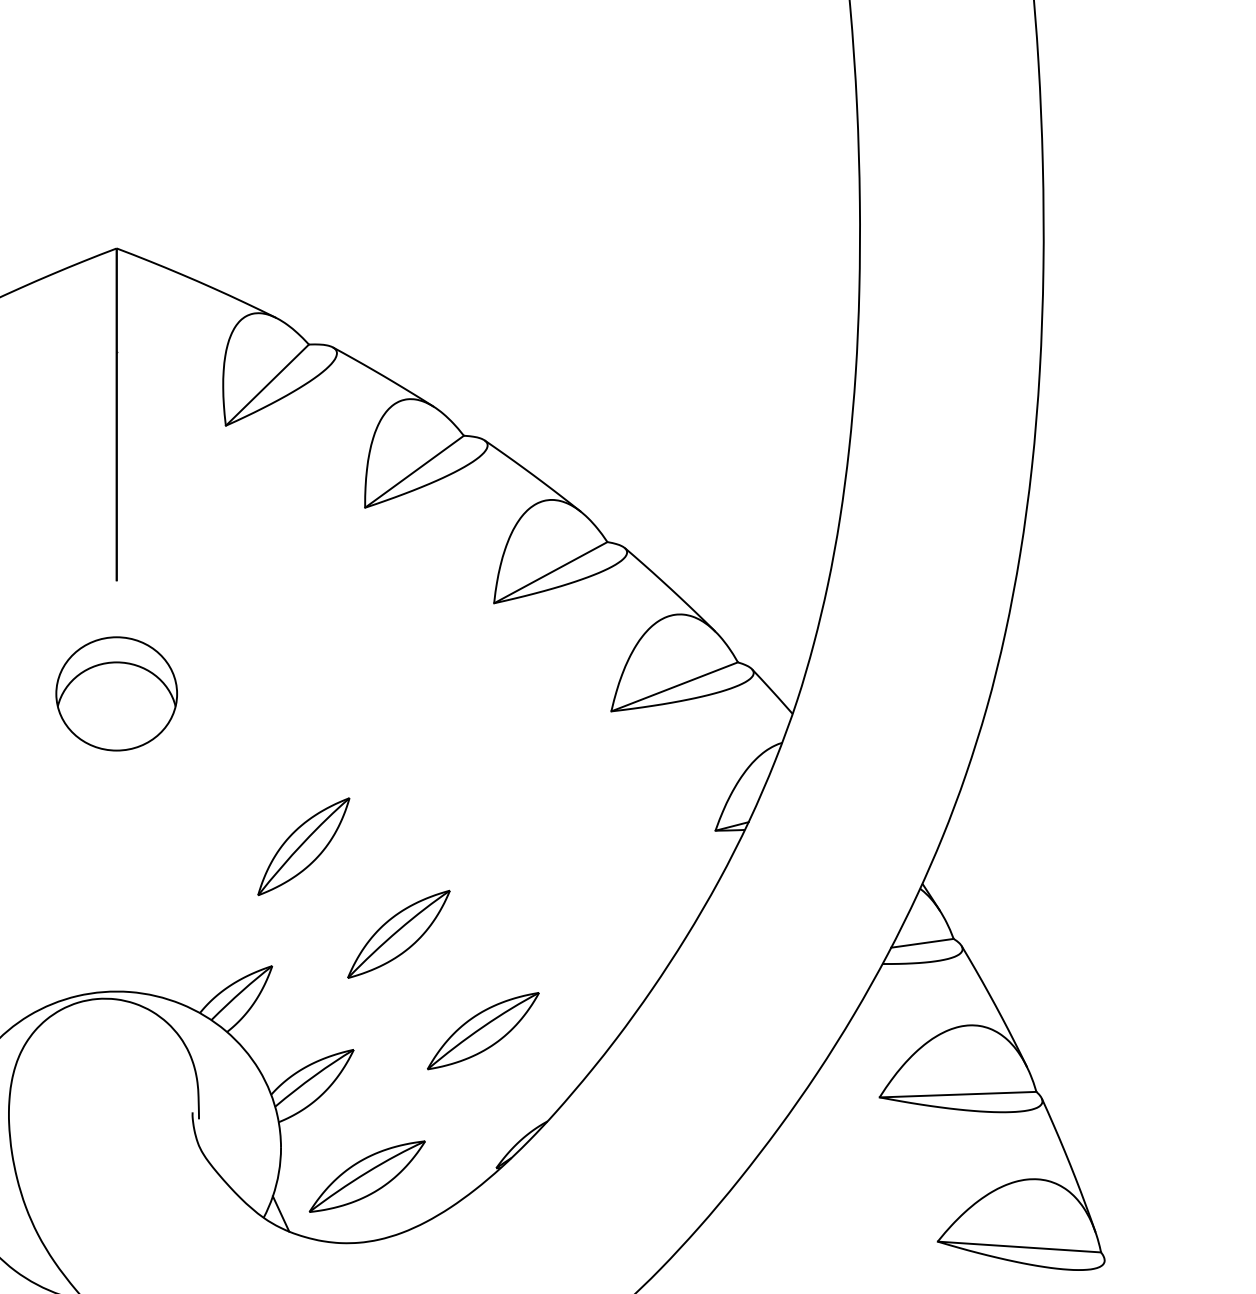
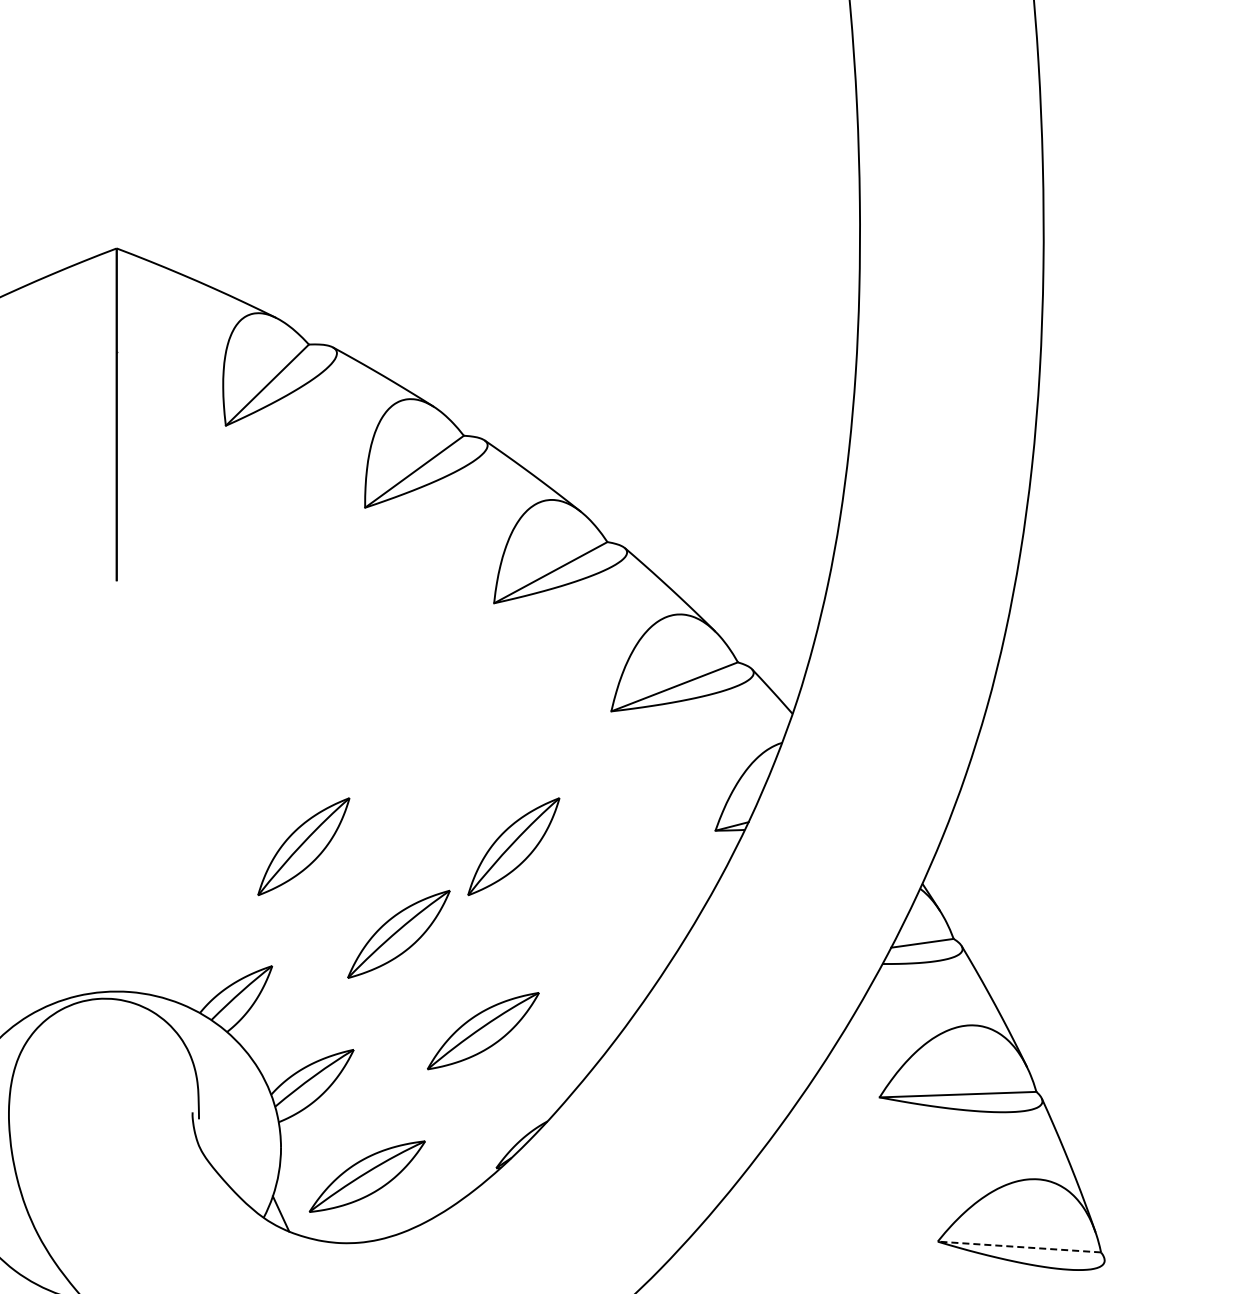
part at (116, 693): present -> none
part at (513, 846): none -> present
line at (1019, 1247): solid -> dashed
